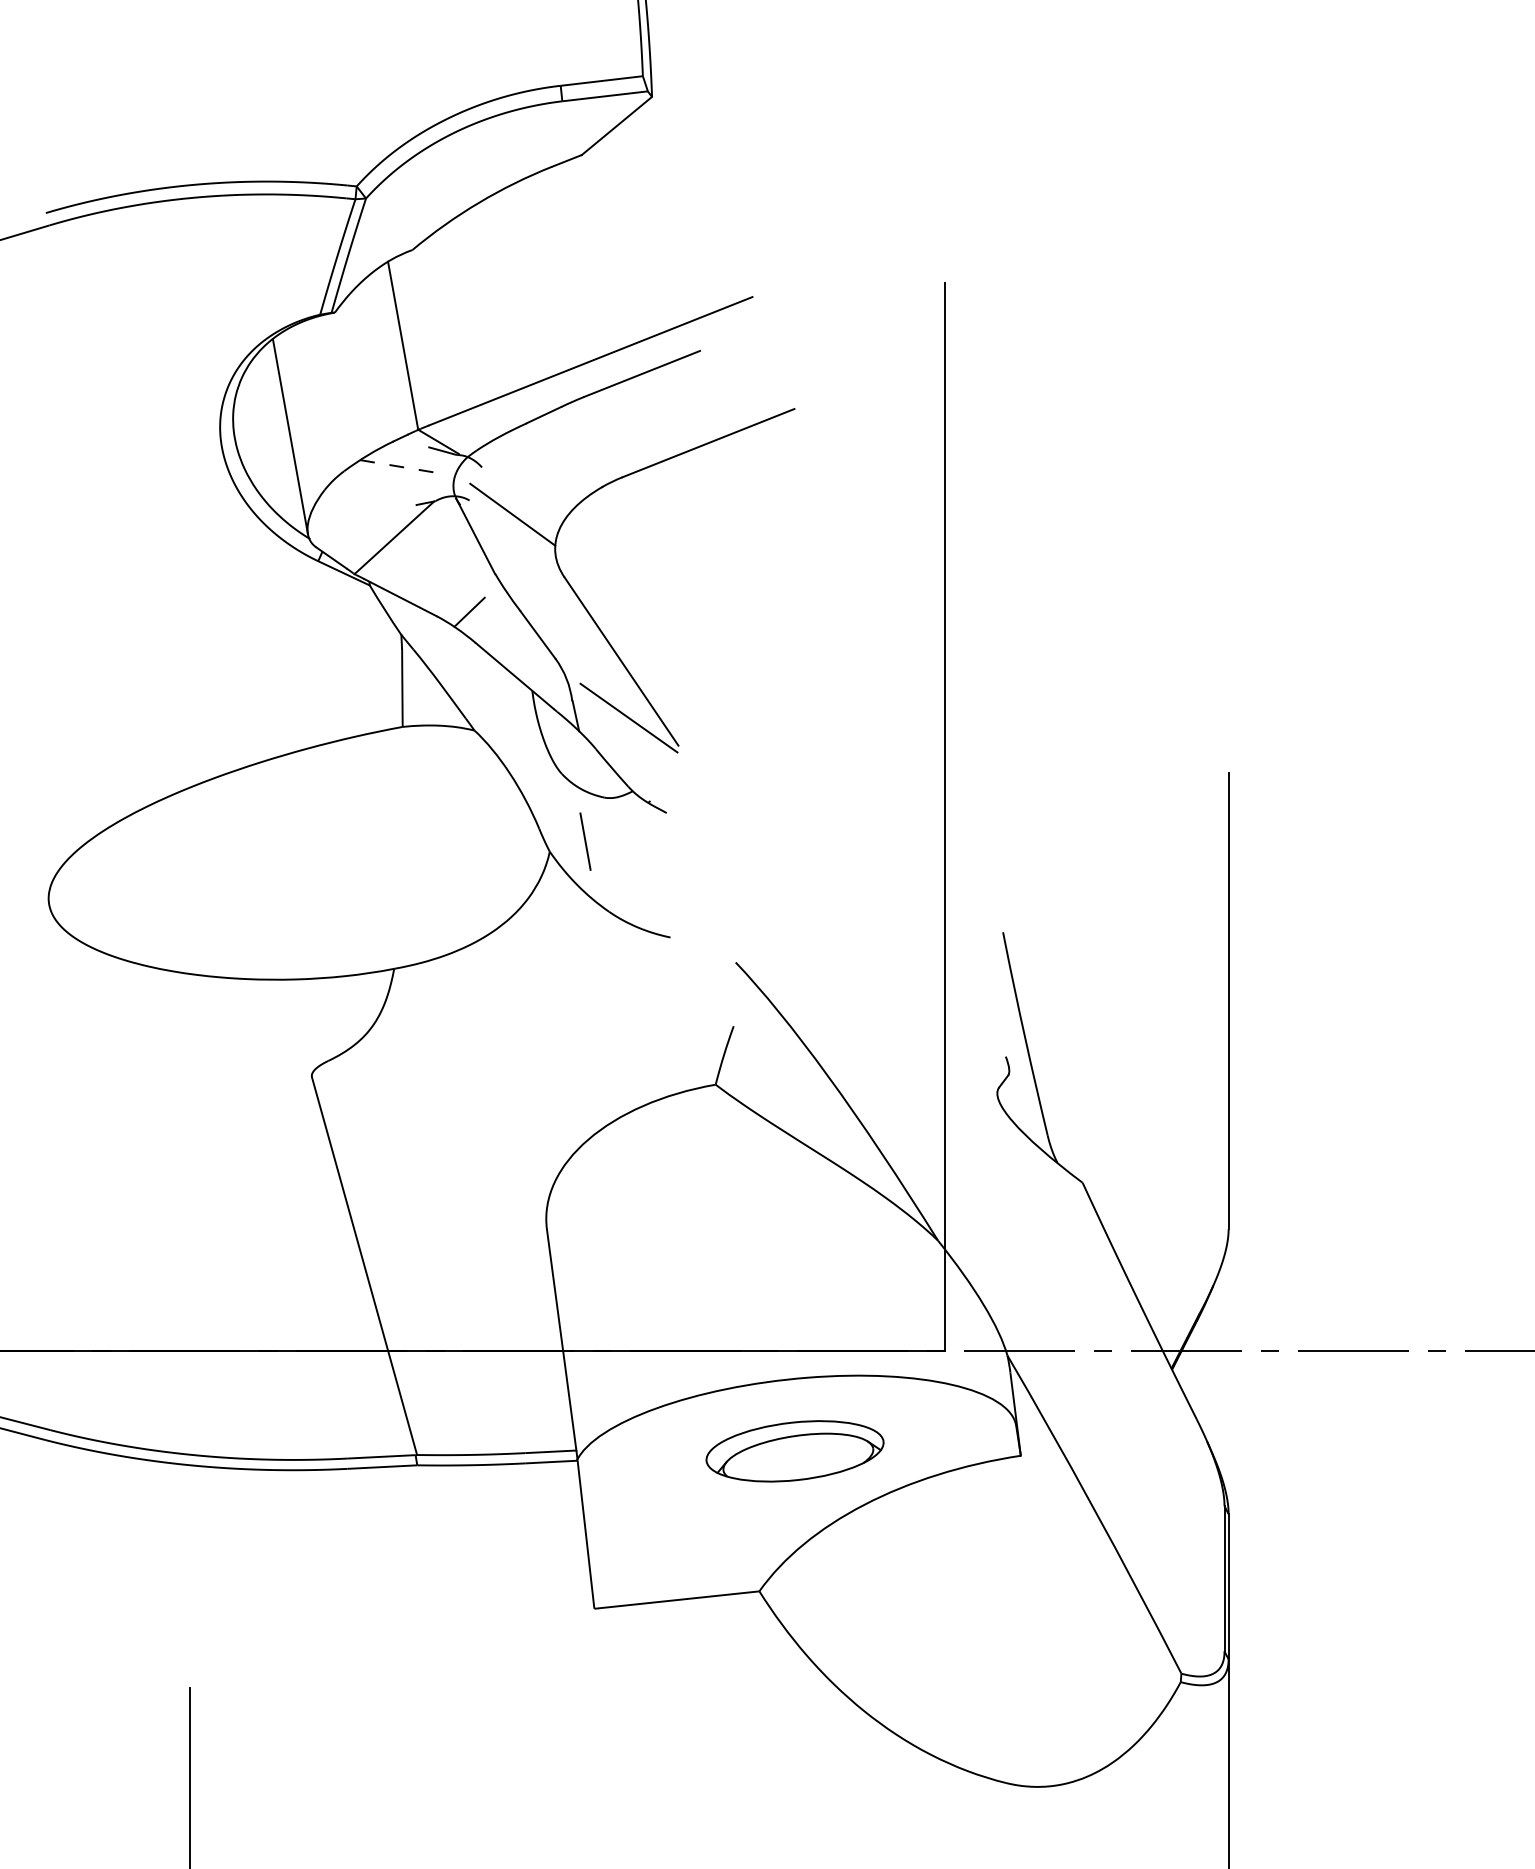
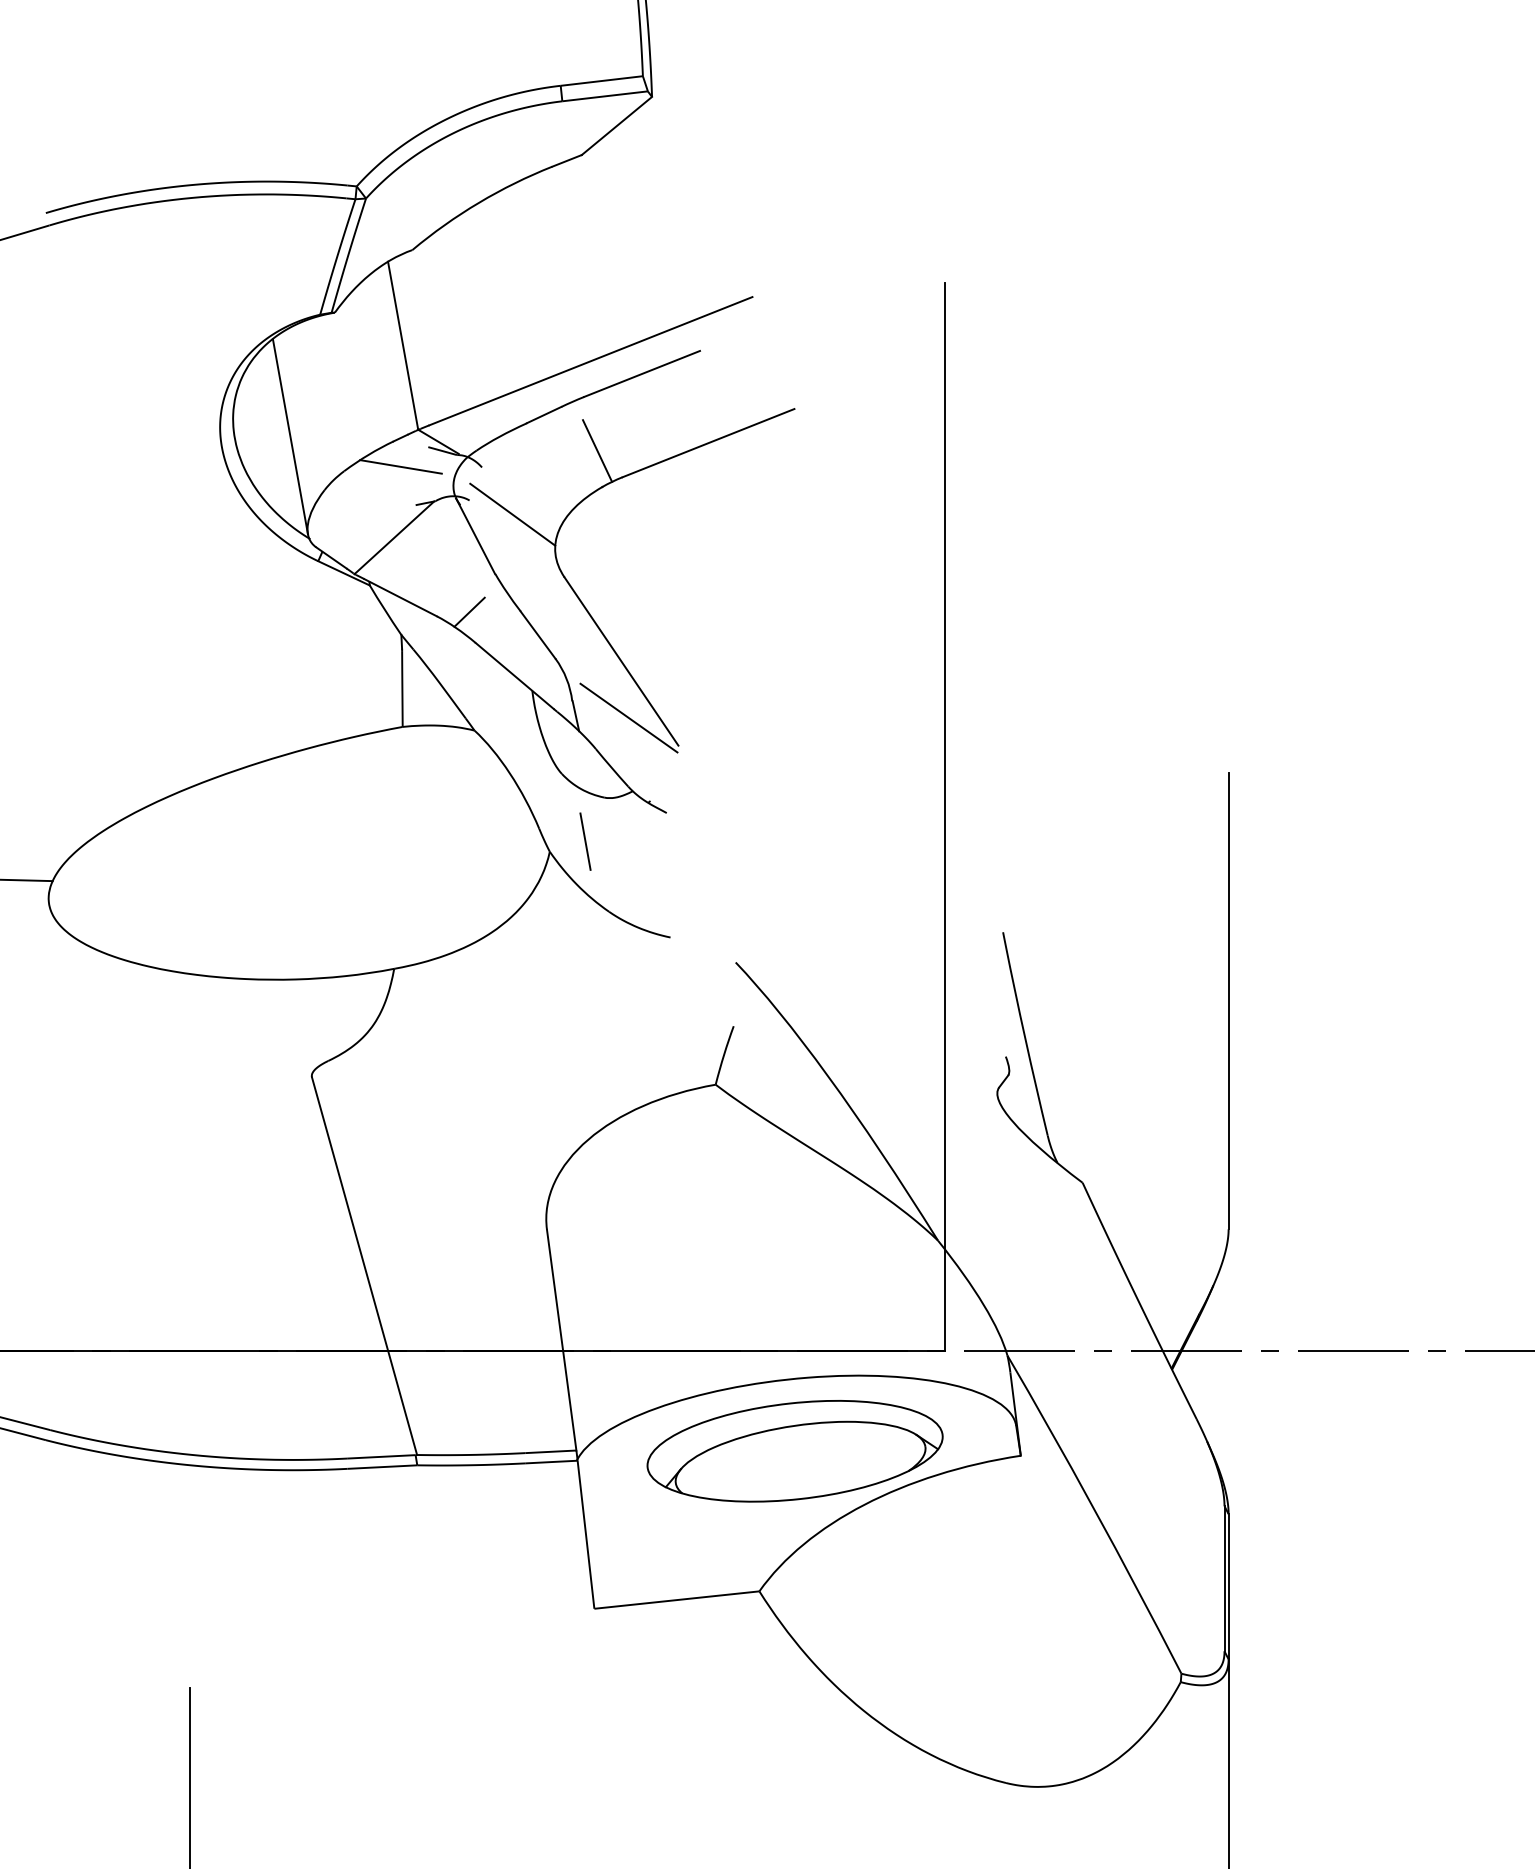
line at (597, 450): none -> present
line at (401, 466): dashed -> solid
line at (27, 880): none -> present
part at (794, 1451) size: 180x63 px -> 298x103 px
